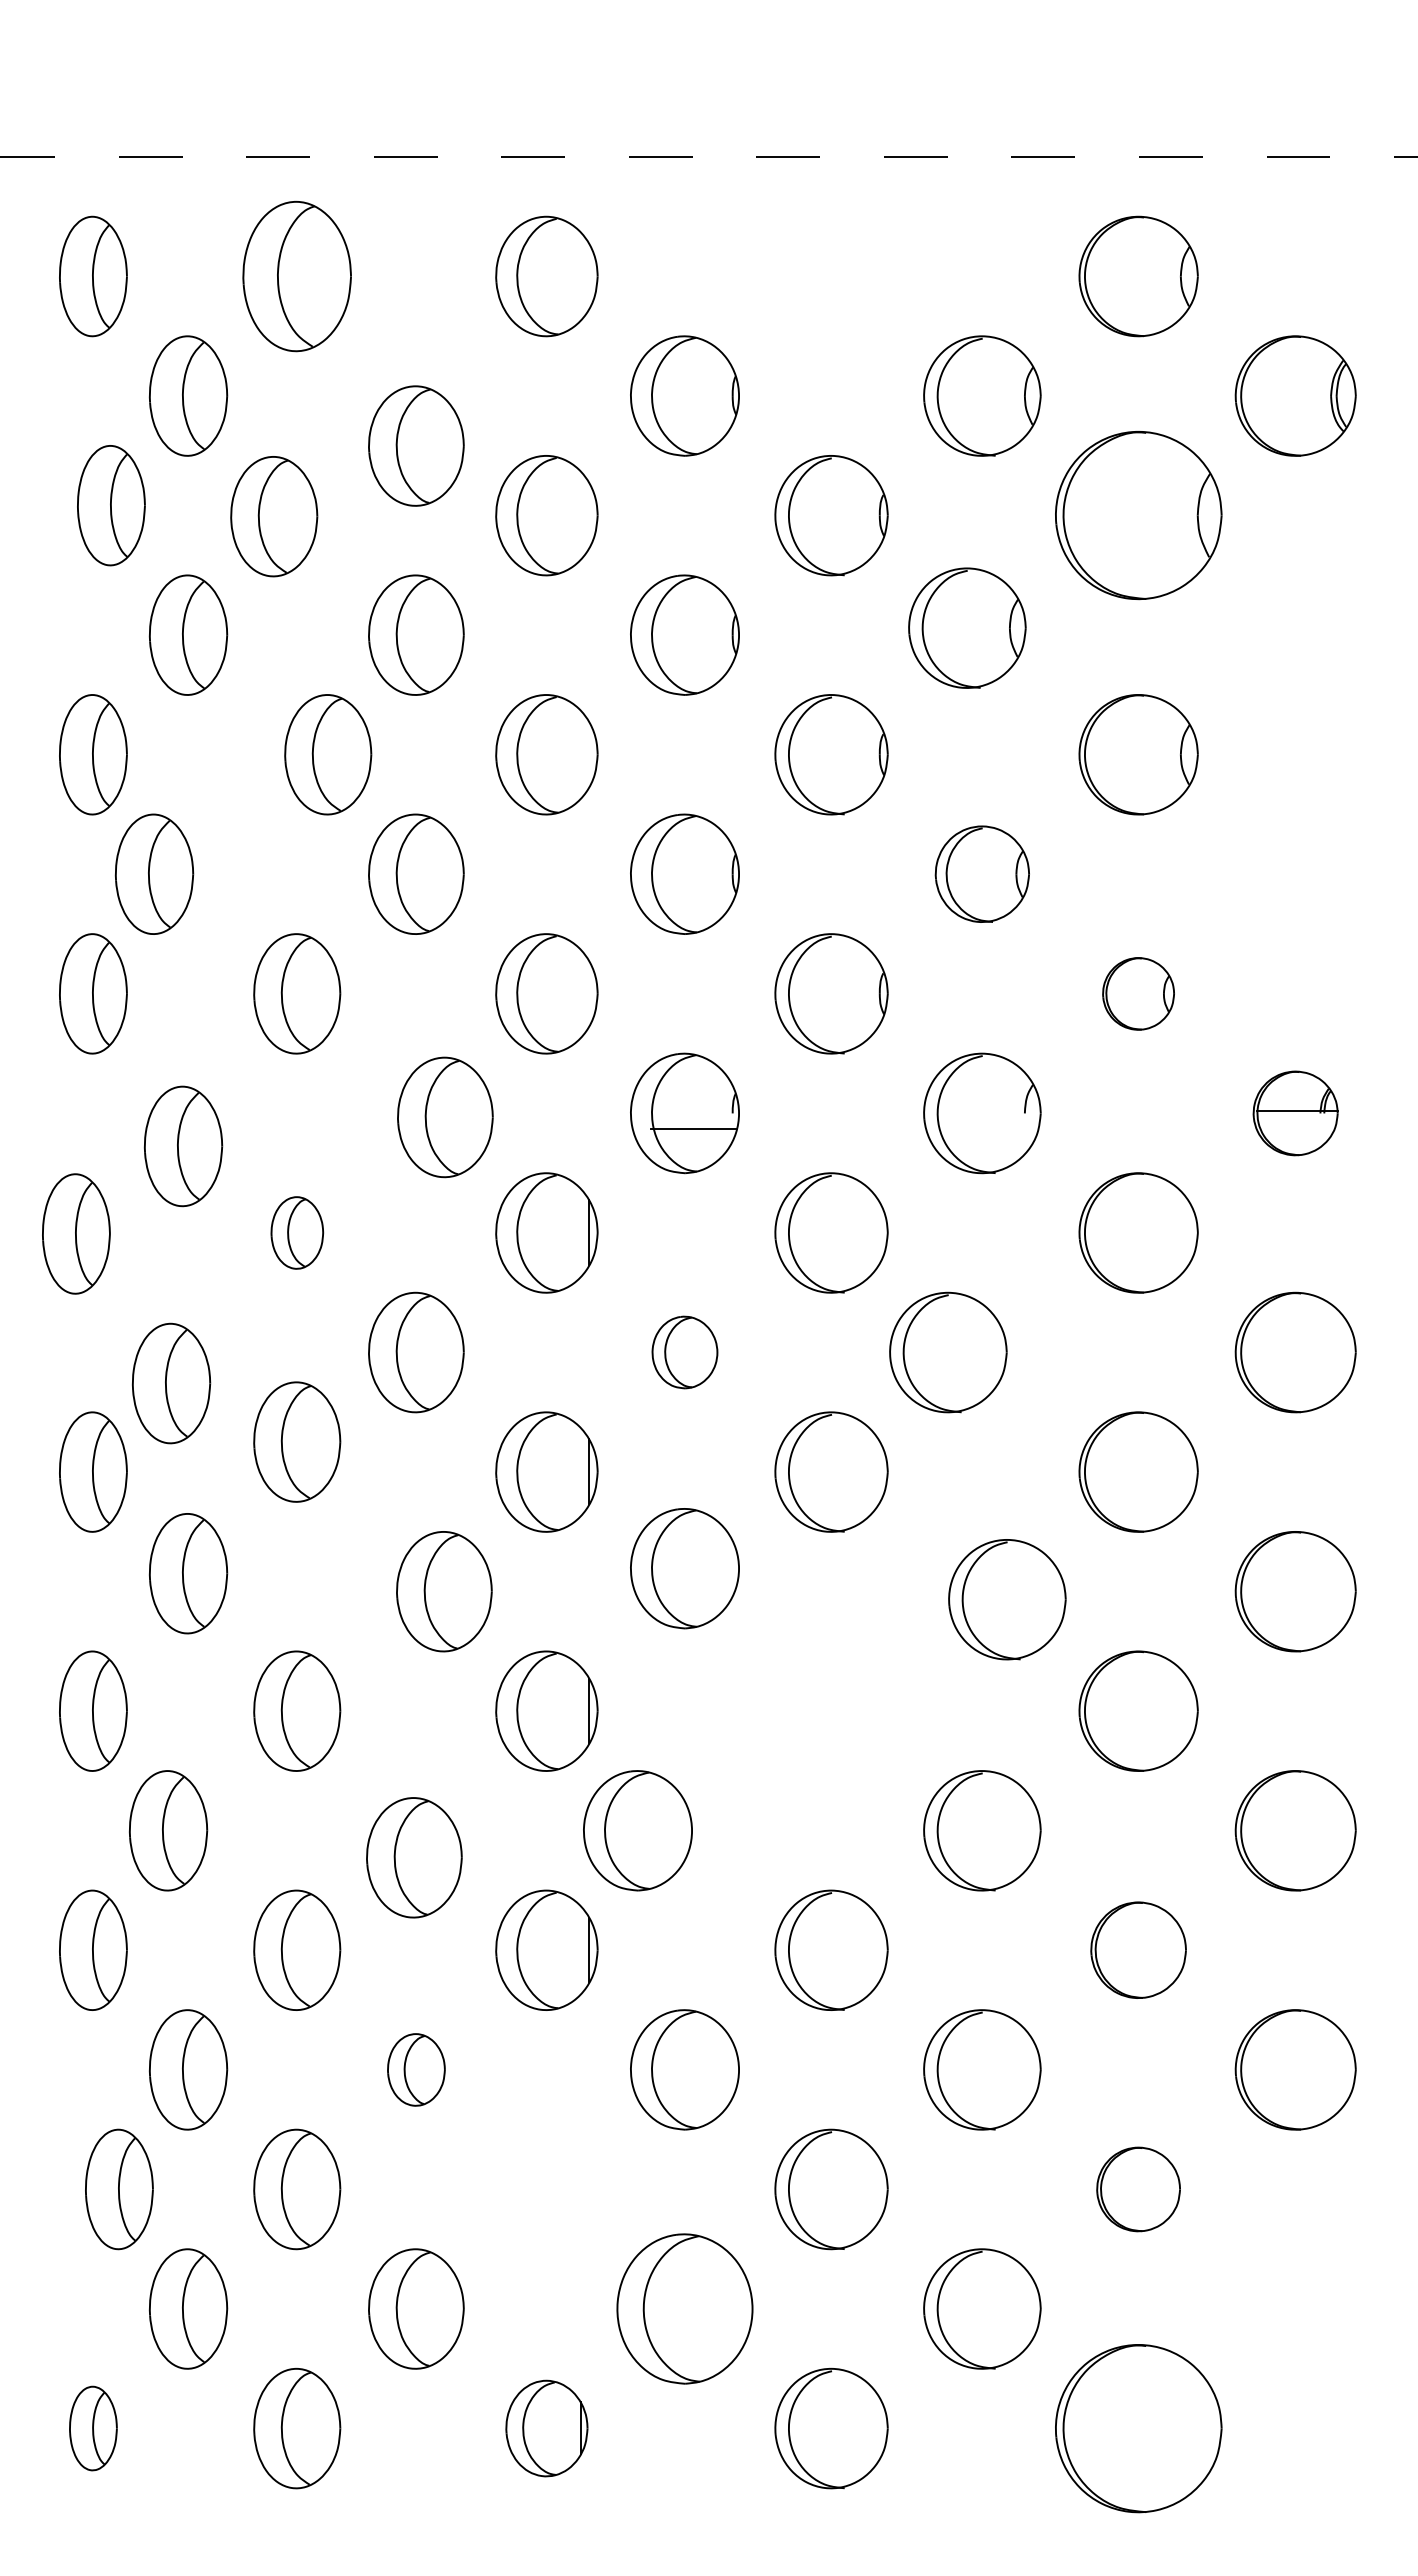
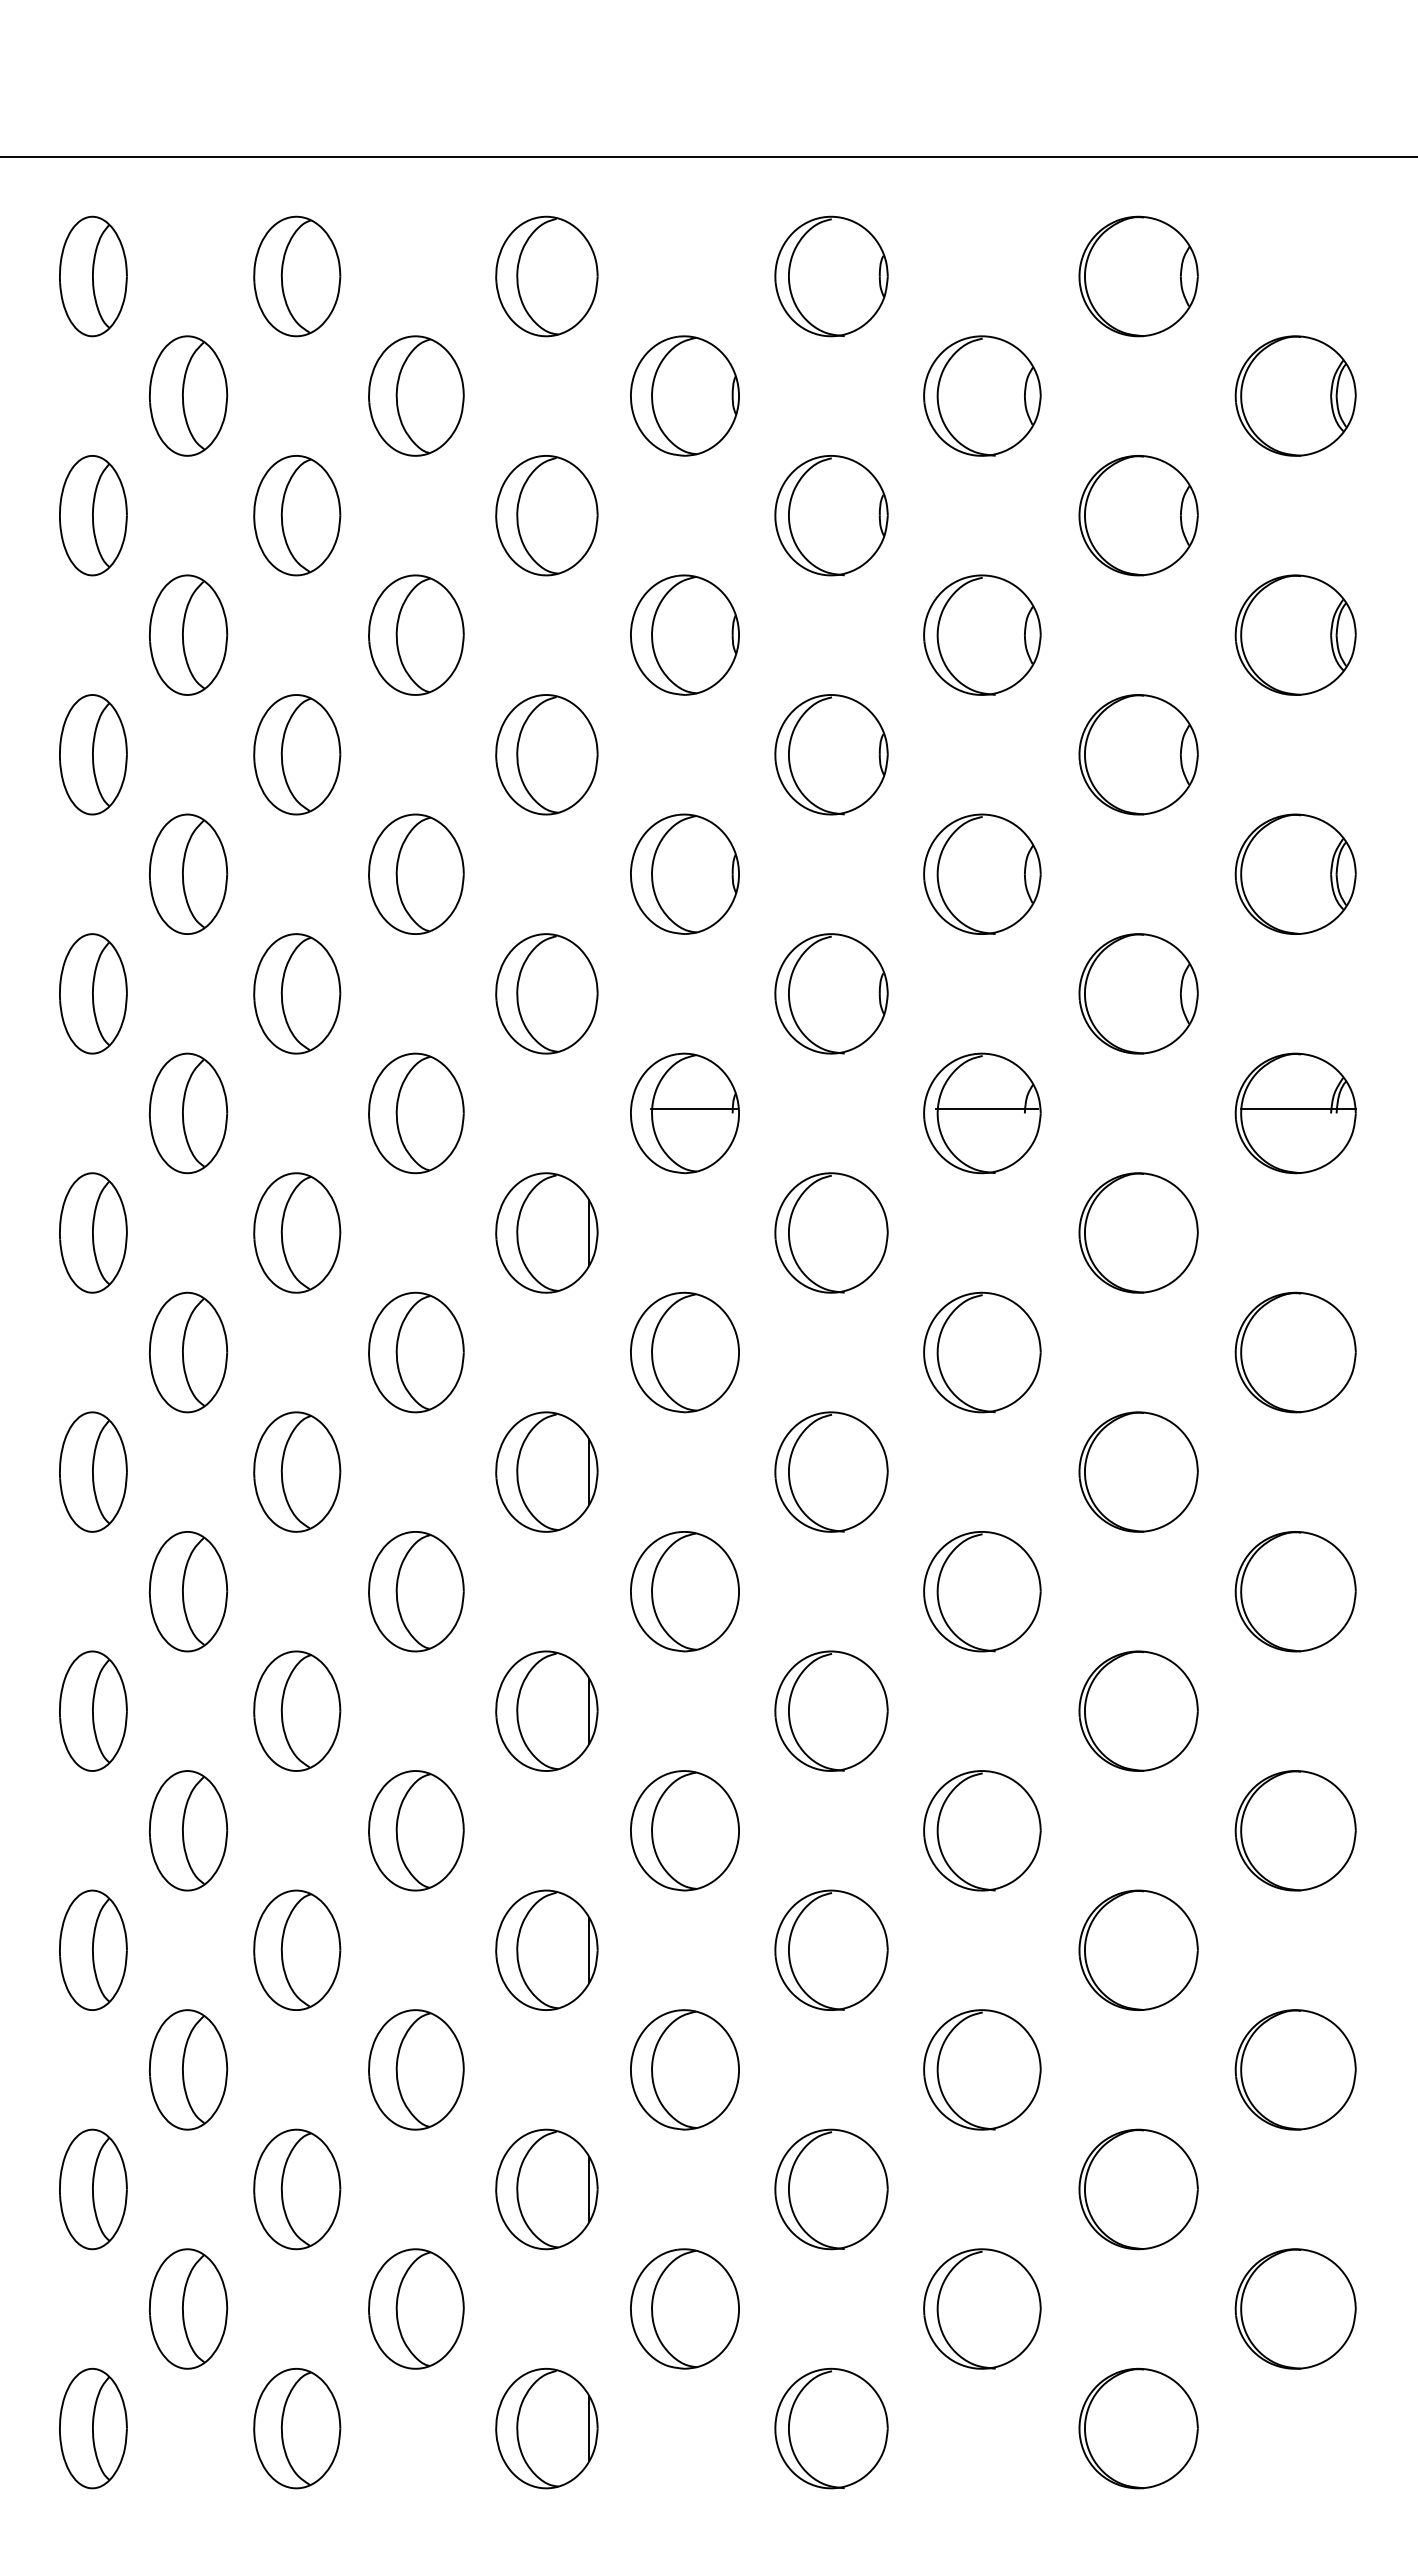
line at (708, 156): dashed -> solid
part at (296, 276) size: 110x152 px -> 89x123 px
part at (831, 276): none -> present
part at (416, 445) position: (416, 445) -> (416, 395)
part at (111, 505) position: (111, 505) -> (93, 515)
part at (1138, 515) size: 168x170 px -> 121x122 px
part at (274, 516) position: (274, 516) -> (297, 515)
part at (967, 627) position: (967, 627) -> (982, 634)
part at (1295, 634): none -> present
part at (328, 754) position: (328, 754) -> (297, 754)
part at (154, 873) position: (154, 873) -> (188, 873)
part at (981, 873) size: 96x98 px -> 119x122 px
part at (1295, 873): none -> present
part at (1138, 993) size: 73x74 px -> 121x122 px
line at (986, 1109): none -> present
part at (1295, 1113) size: 87x87 px -> 123x123 px
part at (445, 1117) position: (445, 1117) -> (416, 1113)
line at (694, 1129) position: (694, 1129) -> (694, 1109)
part at (183, 1146) position: (183, 1146) -> (188, 1113)
part at (297, 1232) size: 55x74 px -> 89x122 px
part at (76, 1233) position: (76, 1233) -> (93, 1232)
part at (684, 1352) size: 68x75 px -> 110x123 px
part at (948, 1352) position: (948, 1352) -> (982, 1352)
part at (171, 1383) position: (171, 1383) -> (188, 1352)
part at (297, 1441) position: (297, 1441) -> (297, 1471)
part at (684, 1568) position: (684, 1568) -> (684, 1591)
part at (188, 1573) position: (188, 1573) -> (188, 1591)
part at (444, 1591) position: (444, 1591) -> (416, 1591)
part at (1007, 1599) position: (1007, 1599) -> (982, 1591)
part at (831, 1710): none -> present
part at (168, 1830) position: (168, 1830) -> (188, 1830)
part at (637, 1830) position: (637, 1830) -> (684, 1830)
part at (414, 1857) position: (414, 1857) -> (416, 1830)
part at (1138, 1949) size: 97x98 px -> 121x122 px
part at (416, 2069) size: 59x74 px -> 97x122 px
part at (119, 2189) position: (119, 2189) -> (93, 2189)
part at (546, 2189): none -> present
part at (1138, 2189) size: 85x87 px -> 121x123 px
part at (684, 2308) size: 138x152 px -> 110x122 px
part at (1295, 2308): none -> present
part at (93, 2428) size: 49x87 px -> 69x123 px
part at (546, 2428) size: 84x99 px -> 104x123 px
part at (1138, 2428) size: 168x170 px -> 121x123 px
